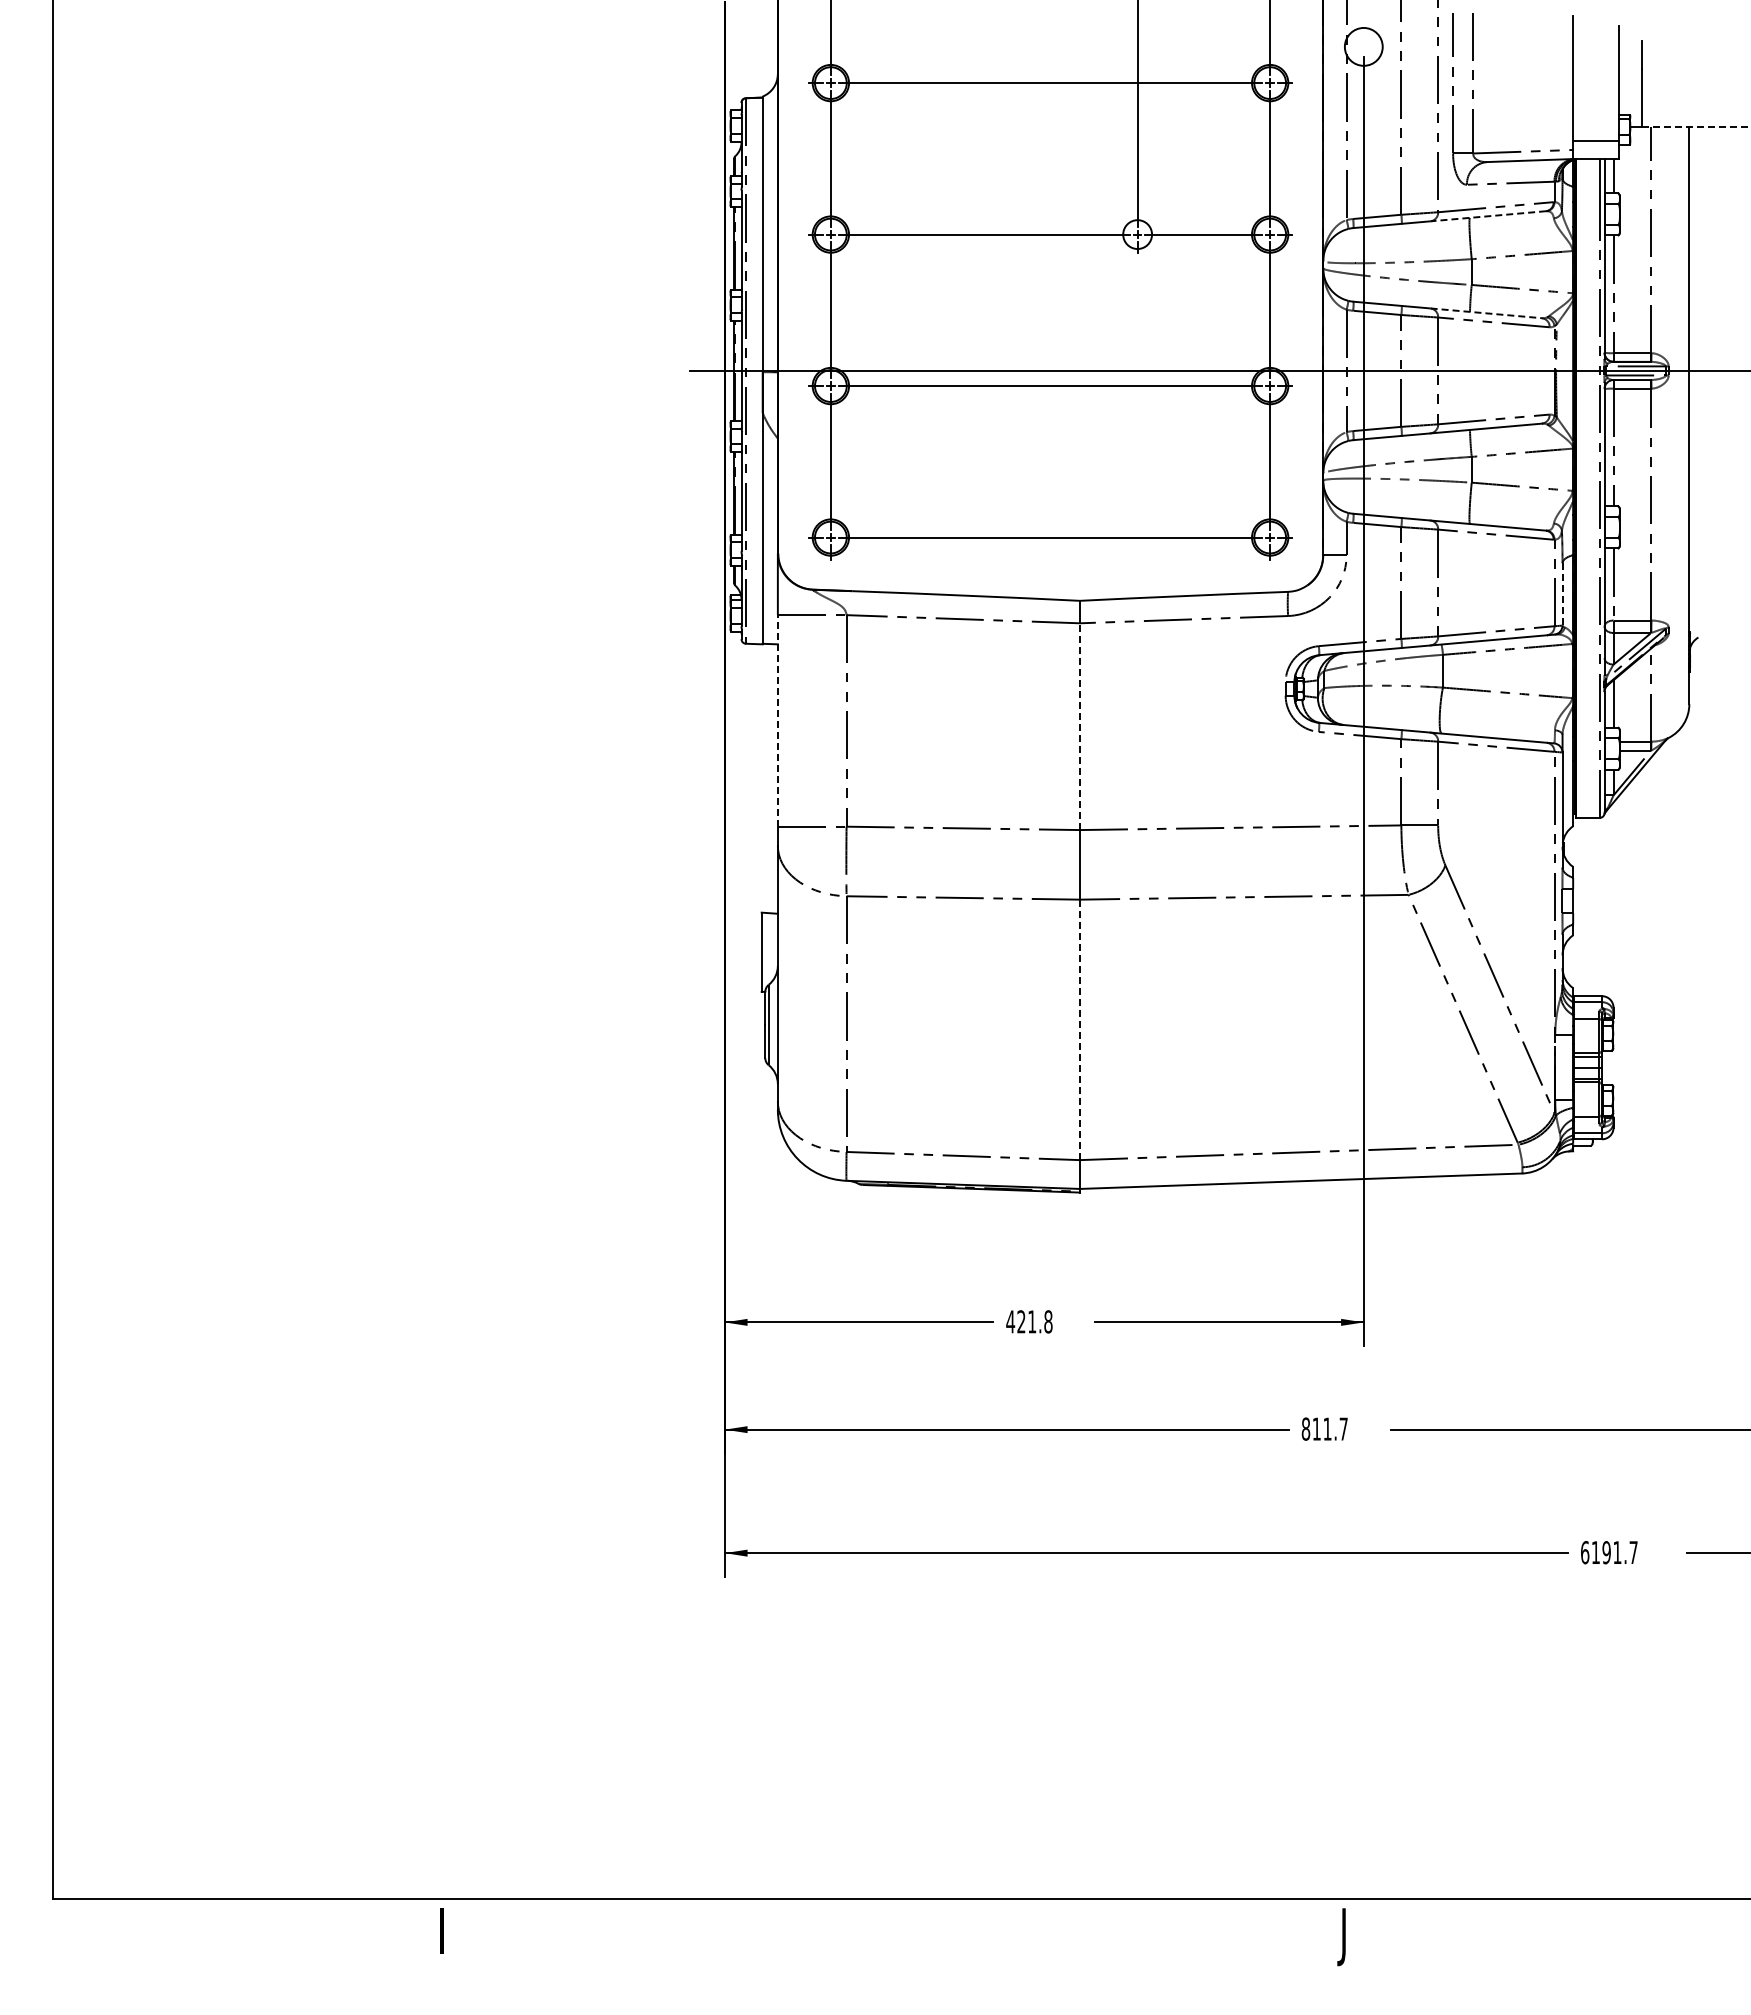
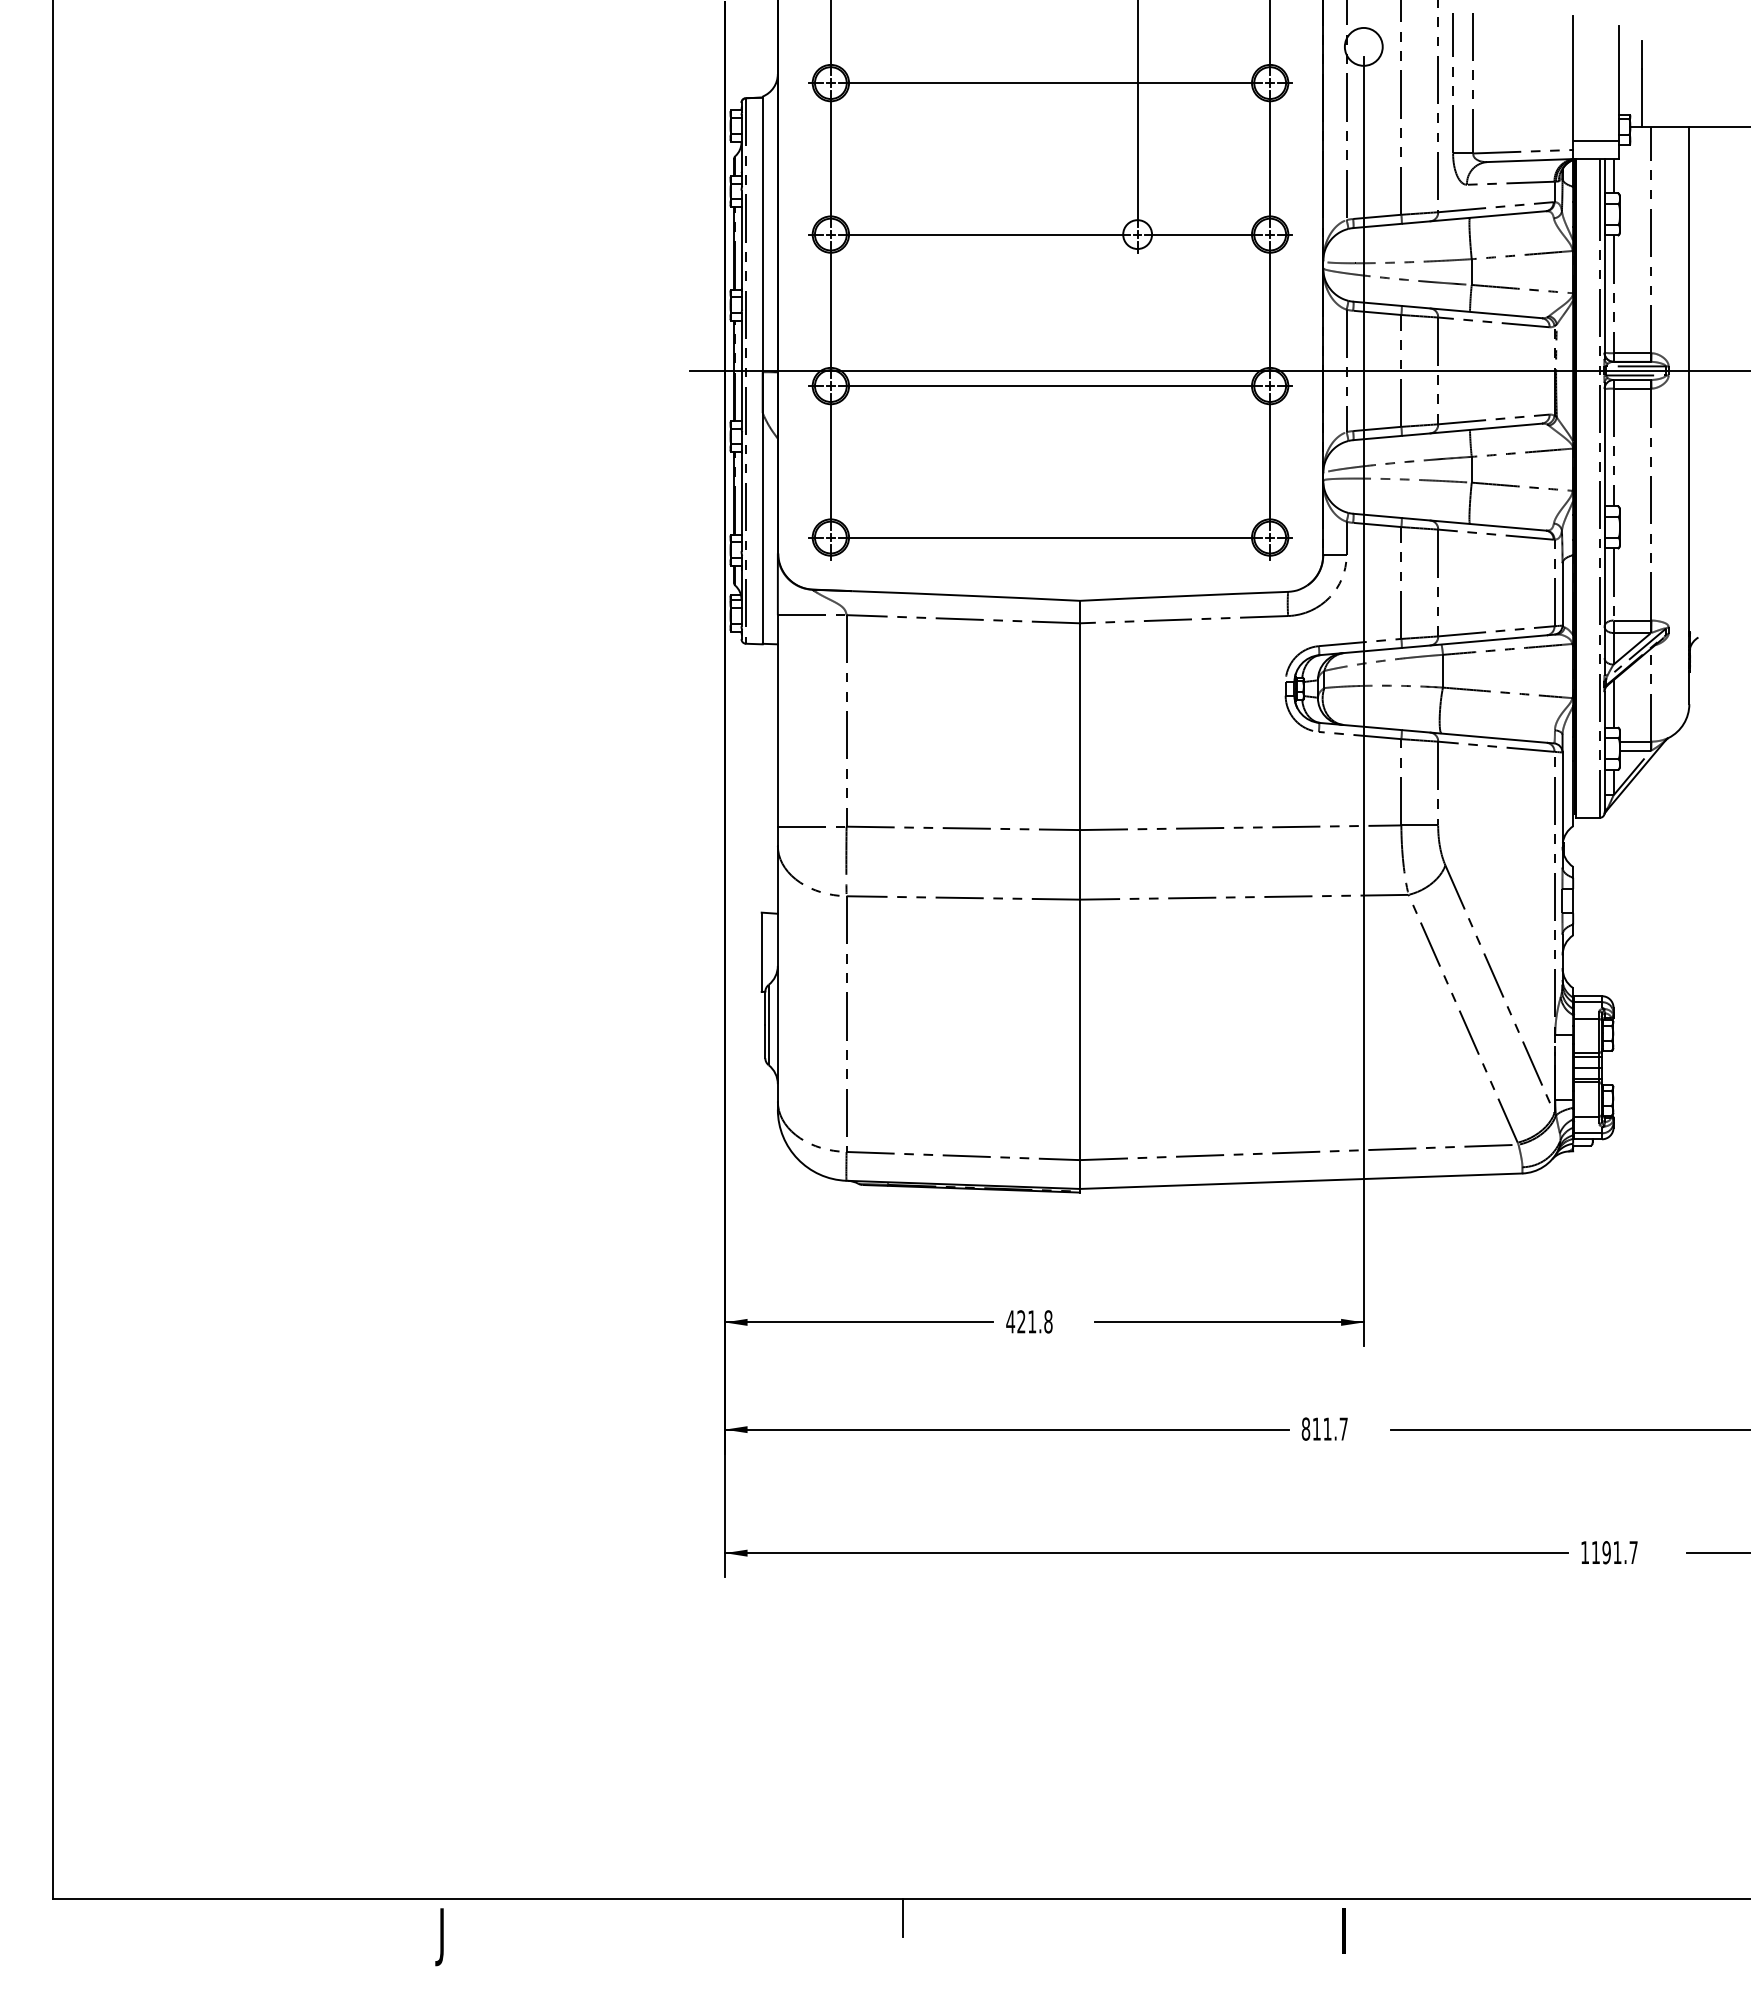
line at (1696, 127): dashed -> solid
line at (1488, 216): dashed -> solid
line at (1486, 313): dashed -> solid
line at (1562, 594): dashed -> solid
line at (777, 720): dashed -> solid
line at (1079, 726): dashed -> solid
line at (1079, 1029): dashed -> solid
text at (1585, 1552): 6191.7 -> 1191.7
line at (903, 1917): none -> present
text at (439, 1937): I -> J
text at (1341, 1937): J -> I
